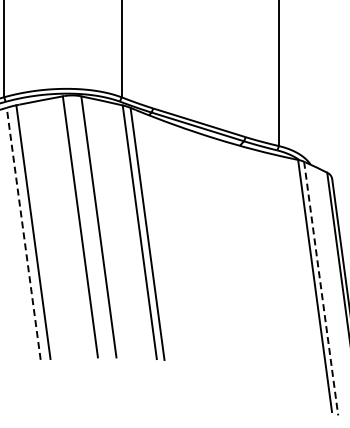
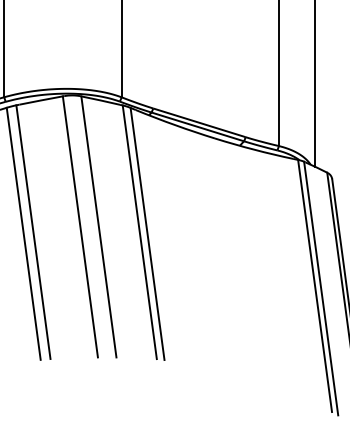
line at (314, 84): none -> present
line at (23, 233): dashed -> solid
line at (321, 288): dashed -> solid
